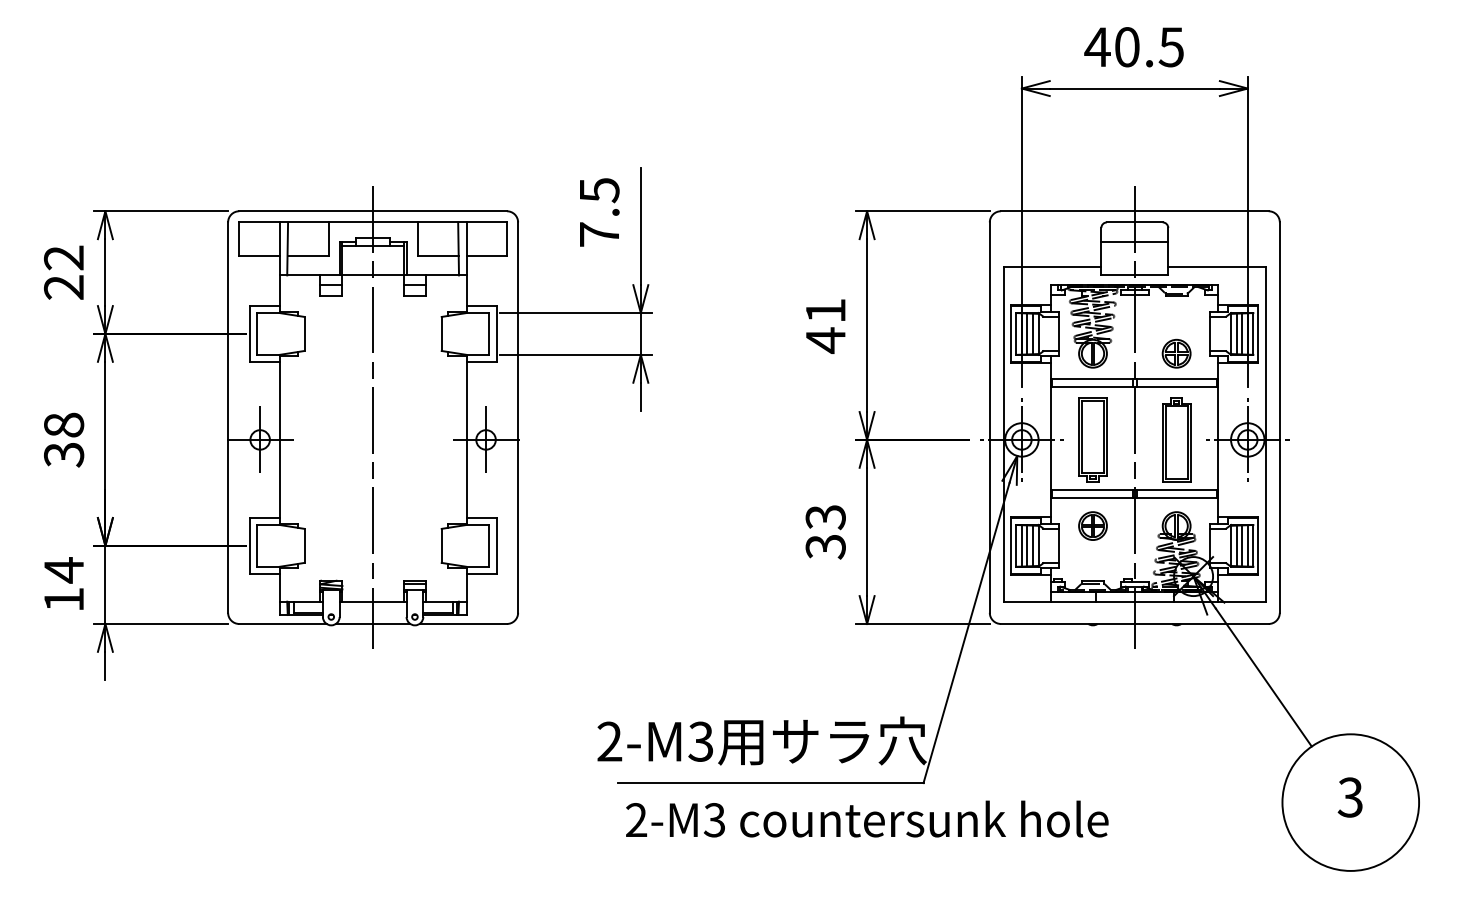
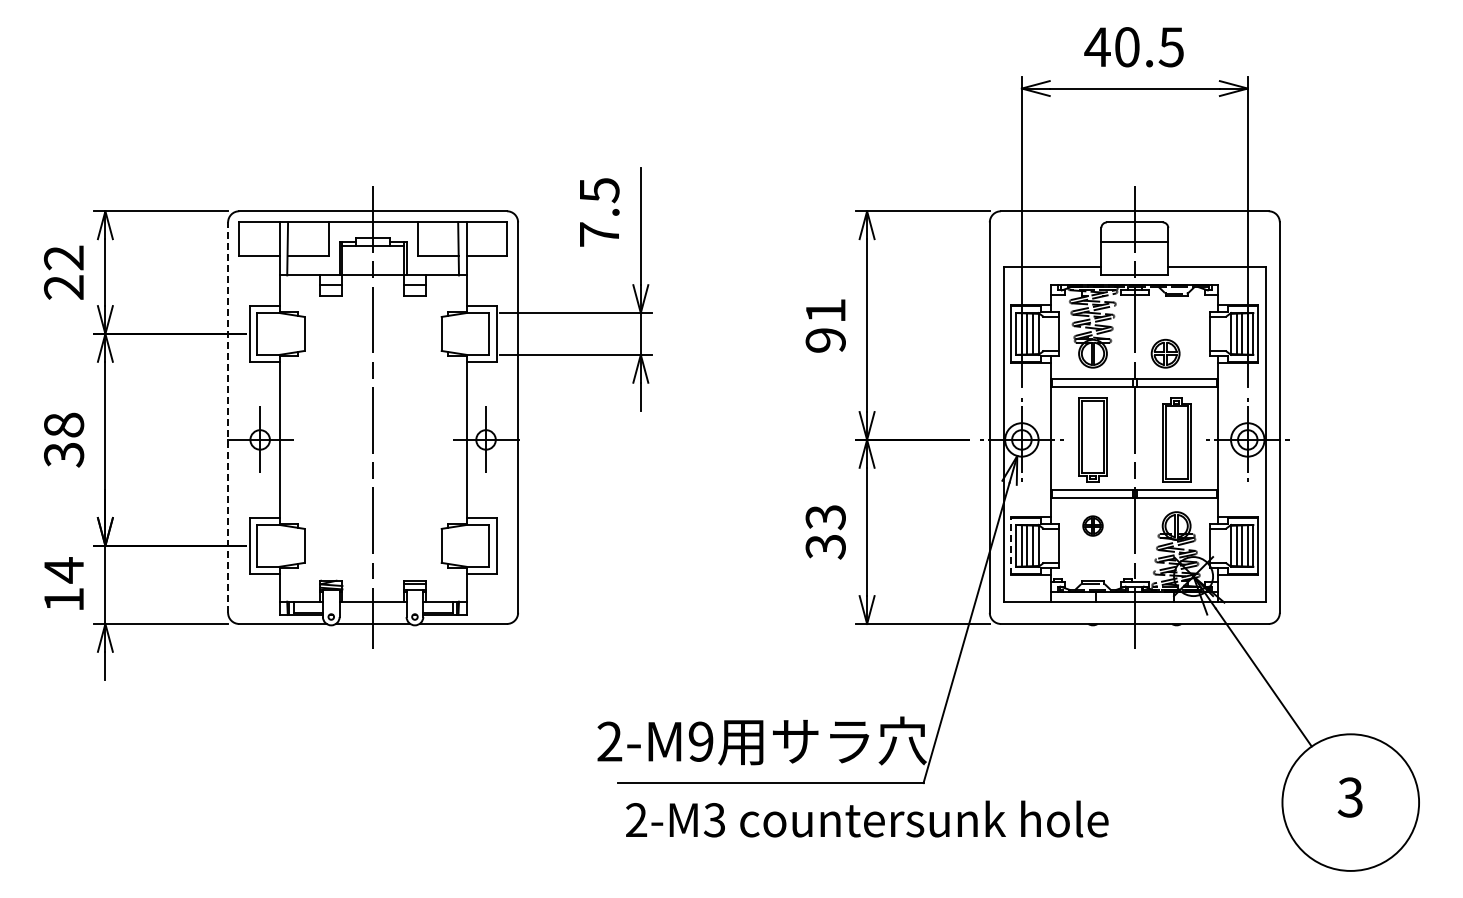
text at (825, 340): 41 -> 91
part at (1176, 353) position: (1176, 353) -> (1165, 353)
line at (228, 417): solid -> dashed
part at (1092, 525) size: 30x30 px -> 22x22 px
line at (1011, 545): solid -> dashed
text at (700, 741): 2-M3 -> 2-M9
